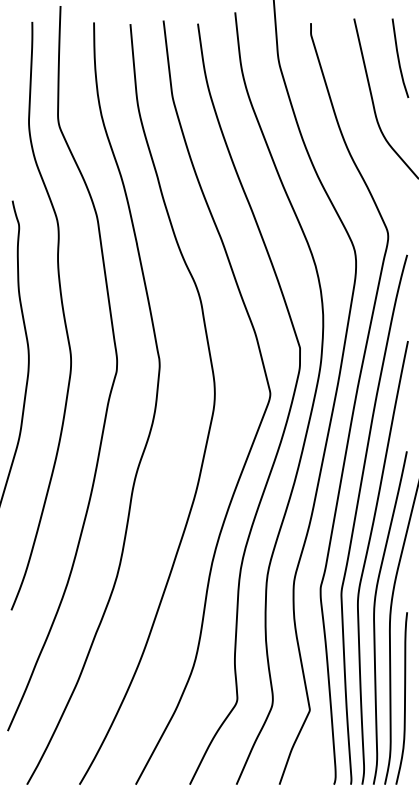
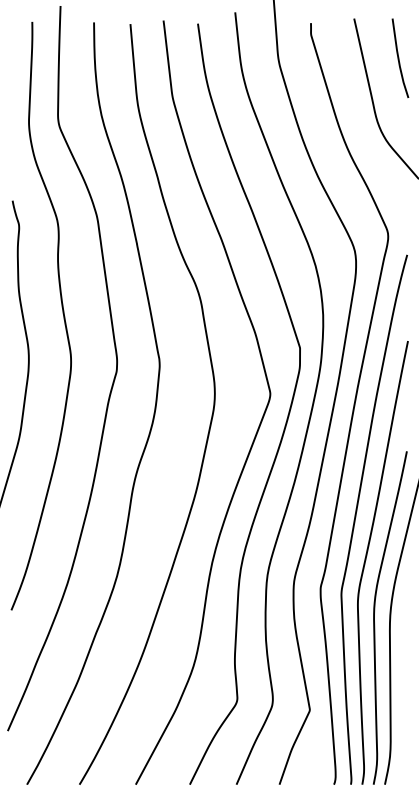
curve at (404, 698): present -> none
